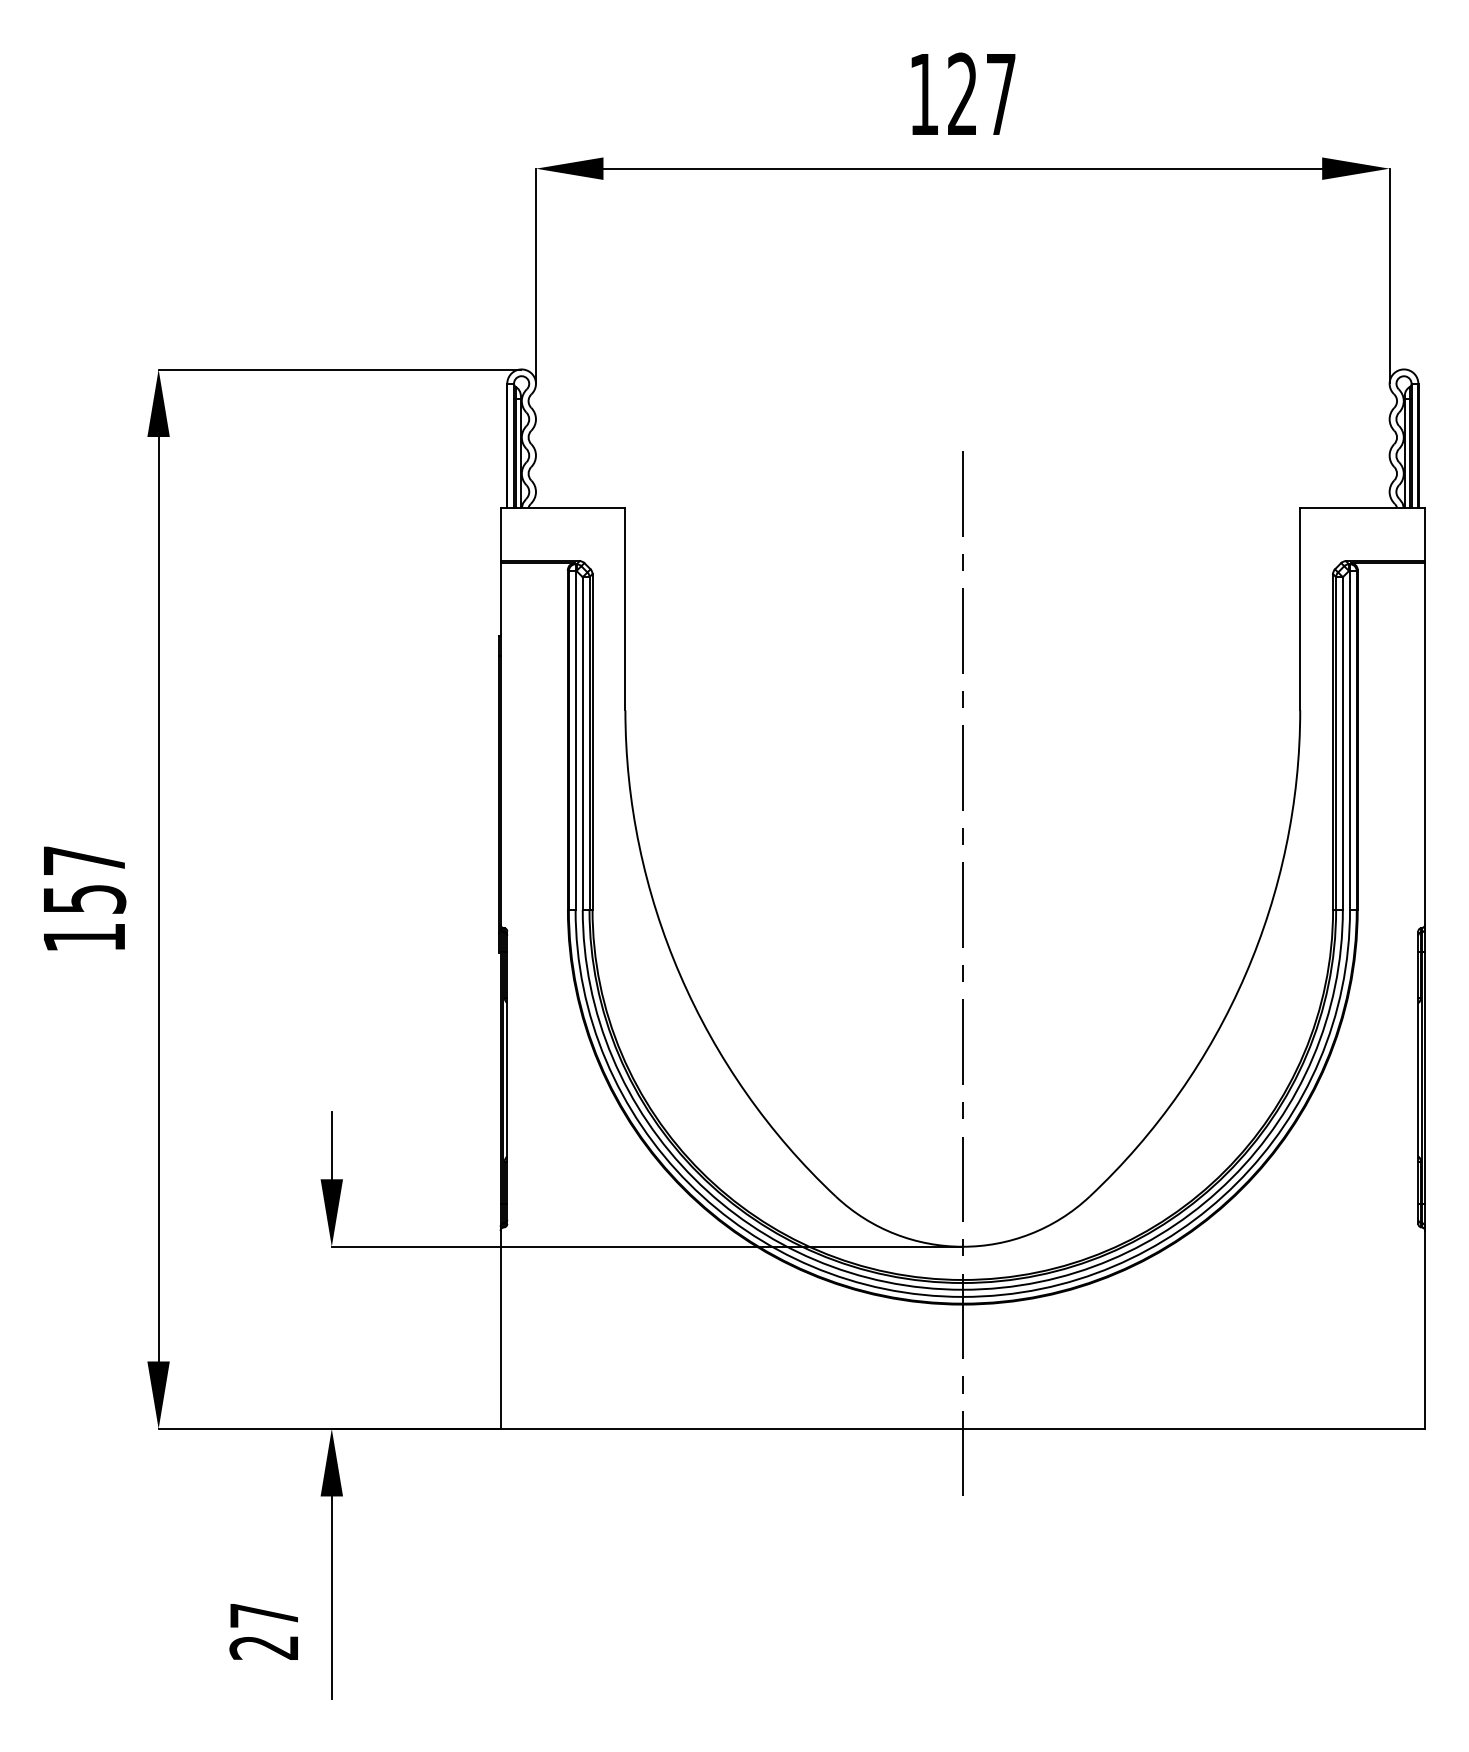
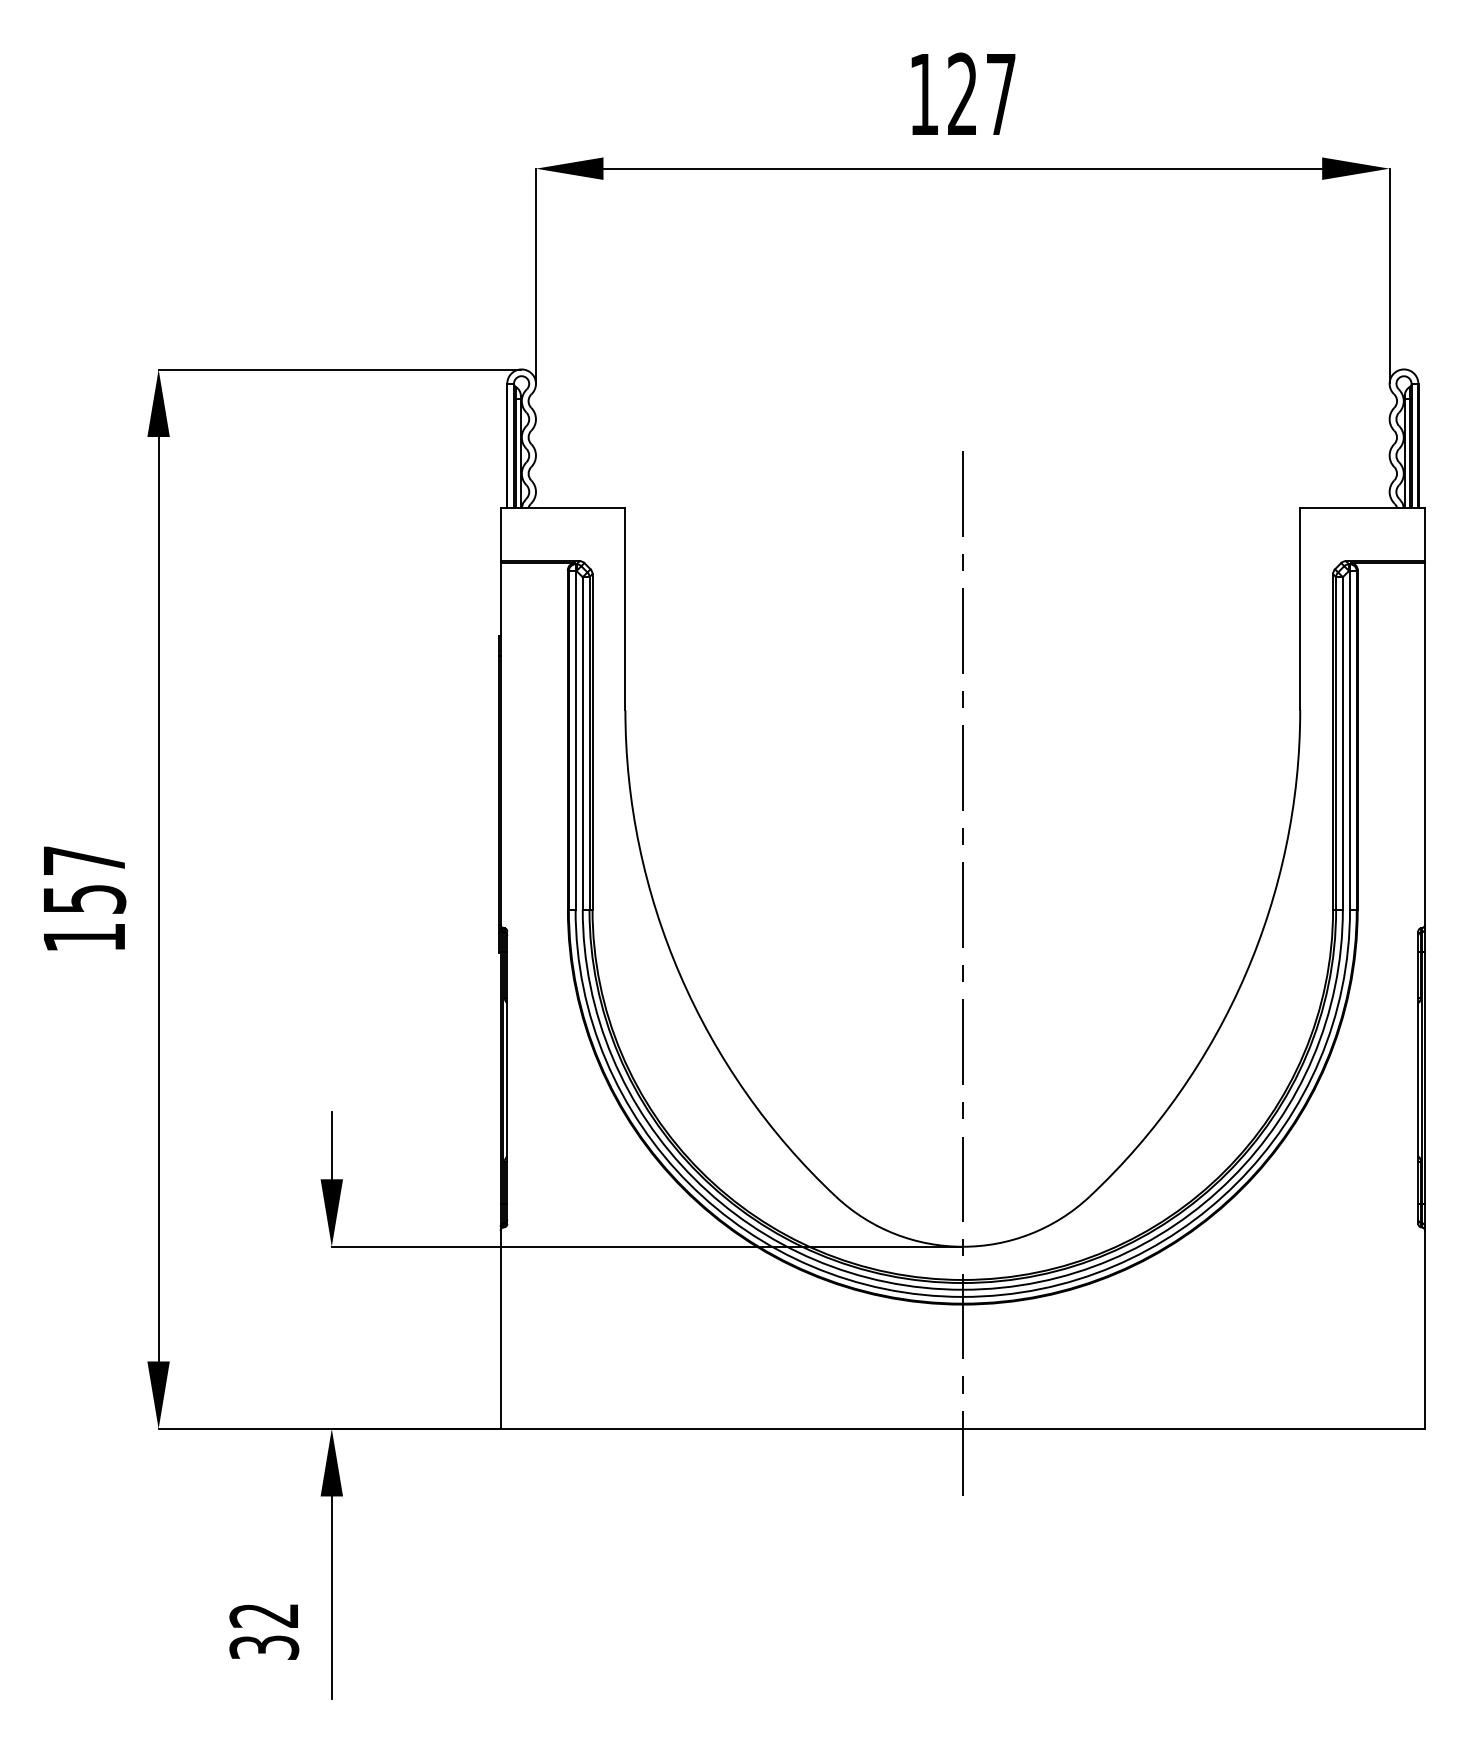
text at (264, 1631): 27 -> 32
